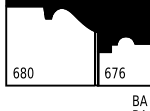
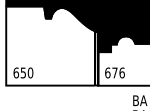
text at (23, 72): 680 -> 650
